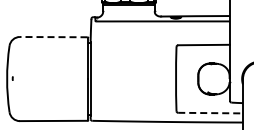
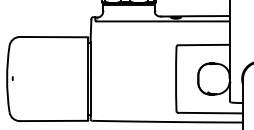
line at (53, 37): dashed -> solid
line at (211, 113): dashed -> solid
